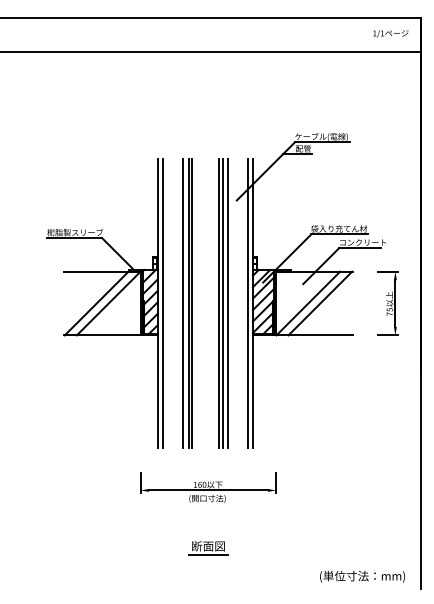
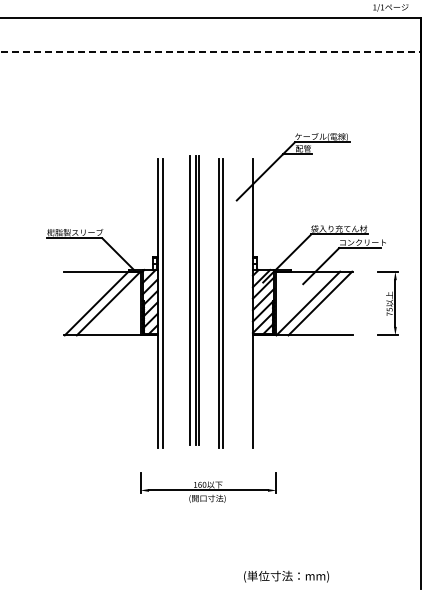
text at (390, 33) position: (390, 33) -> (390, 7)
line at (211, 52): solid -> dashed
part at (187, 303) position: (187, 303) -> (194, 300)
line at (228, 303): present -> none
line at (247, 303): present -> none
part at (208, 548): present -> none
text at (362, 576) position: (362, 576) -> (286, 576)
